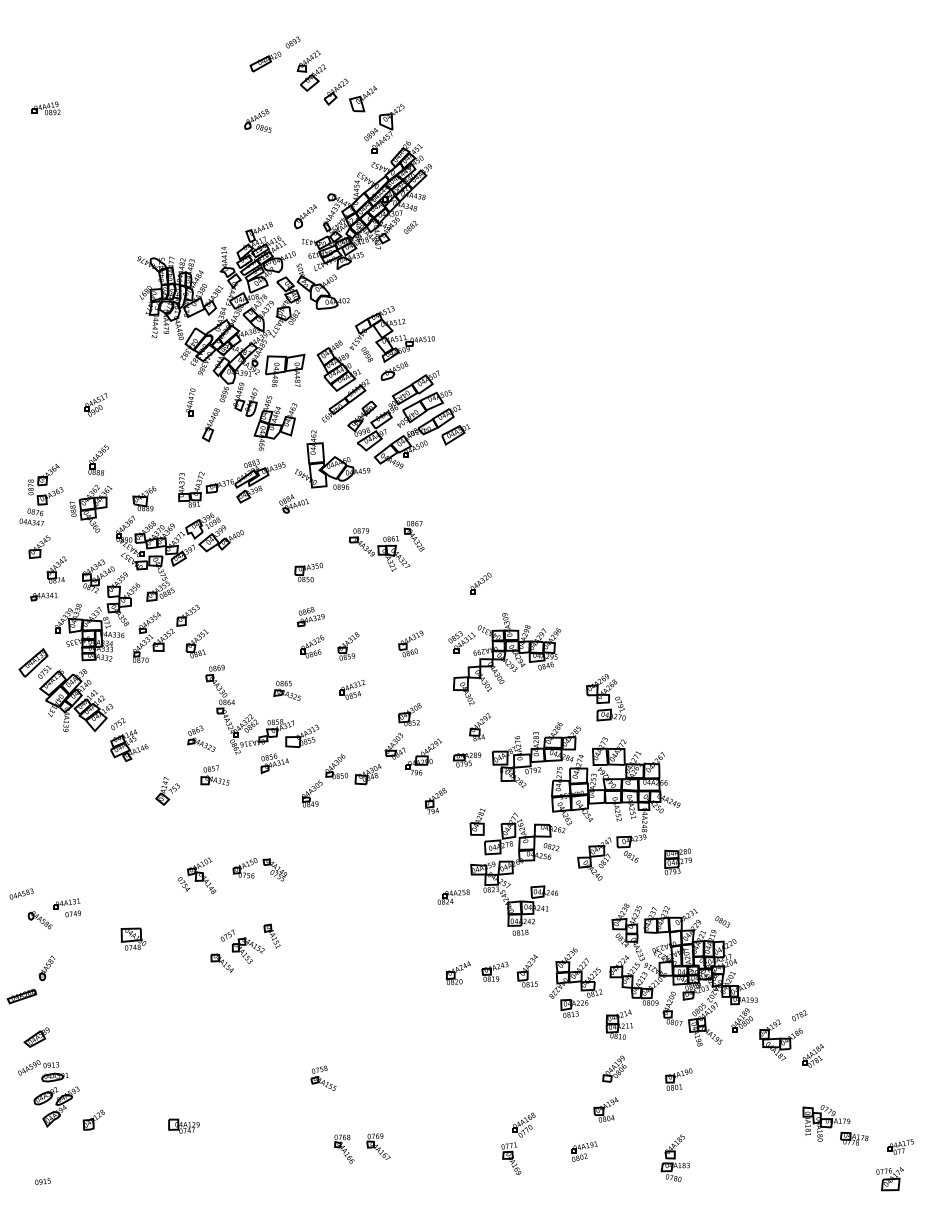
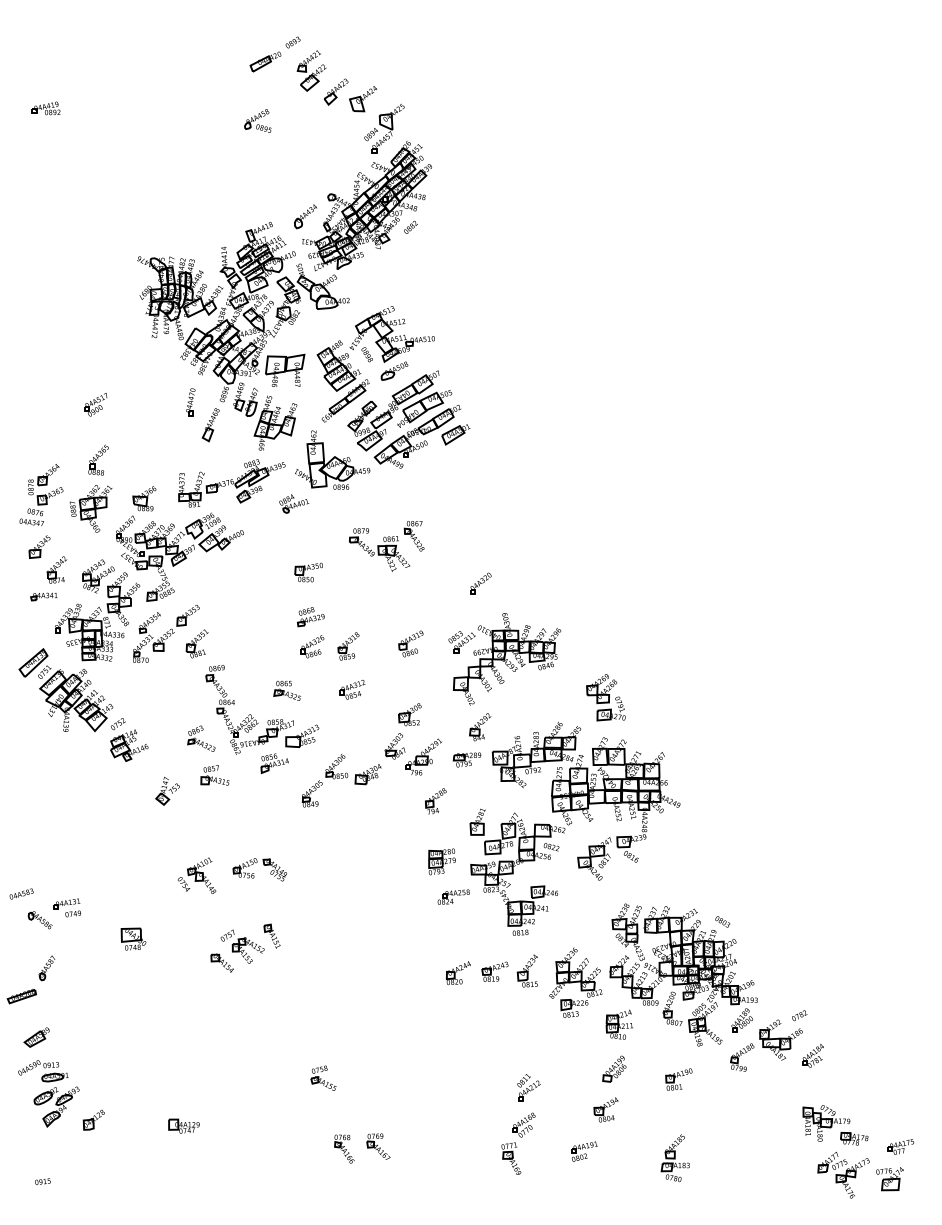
part at (677, 861) position: (677, 861) -> (441, 861)
part at (742, 1057): none -> present
part at (528, 1087): none -> present
part at (843, 1174): none -> present
